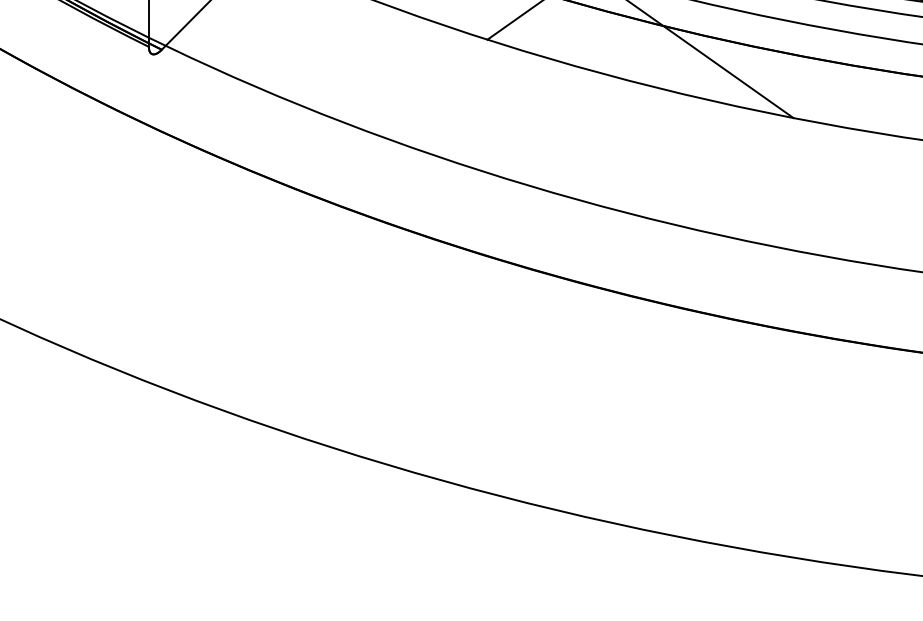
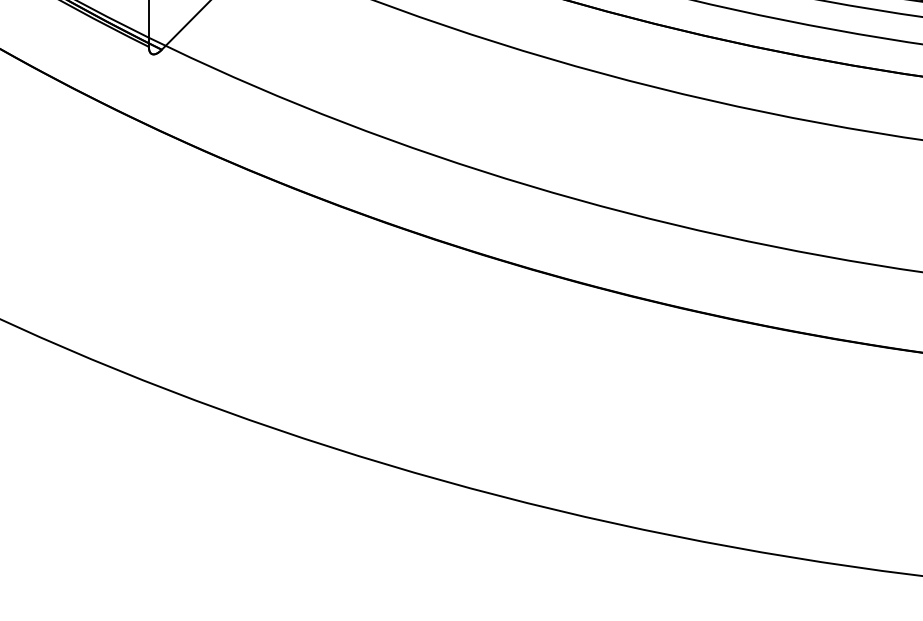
line at (513, 20): present -> none
line at (711, 60): present -> none
